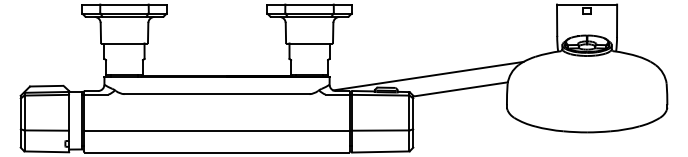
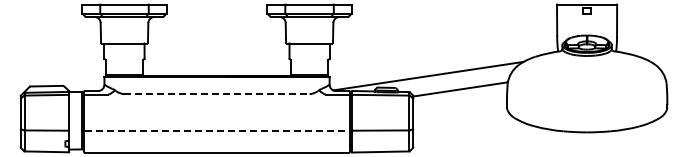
line at (217, 94): solid -> dashed
line at (217, 130): solid -> dashed
